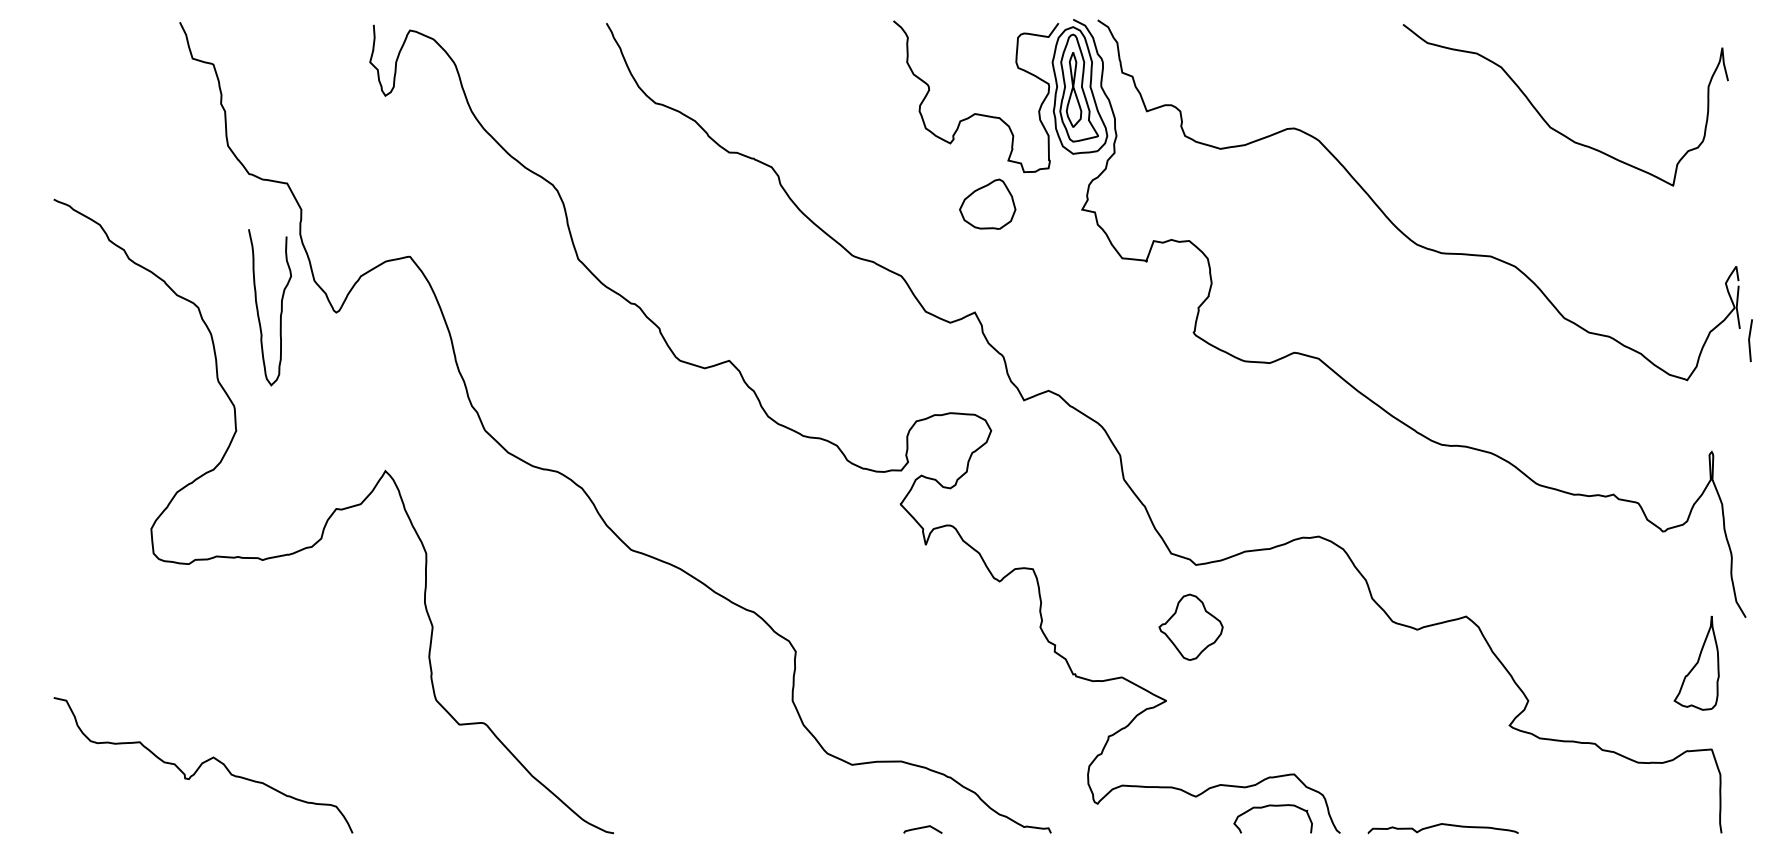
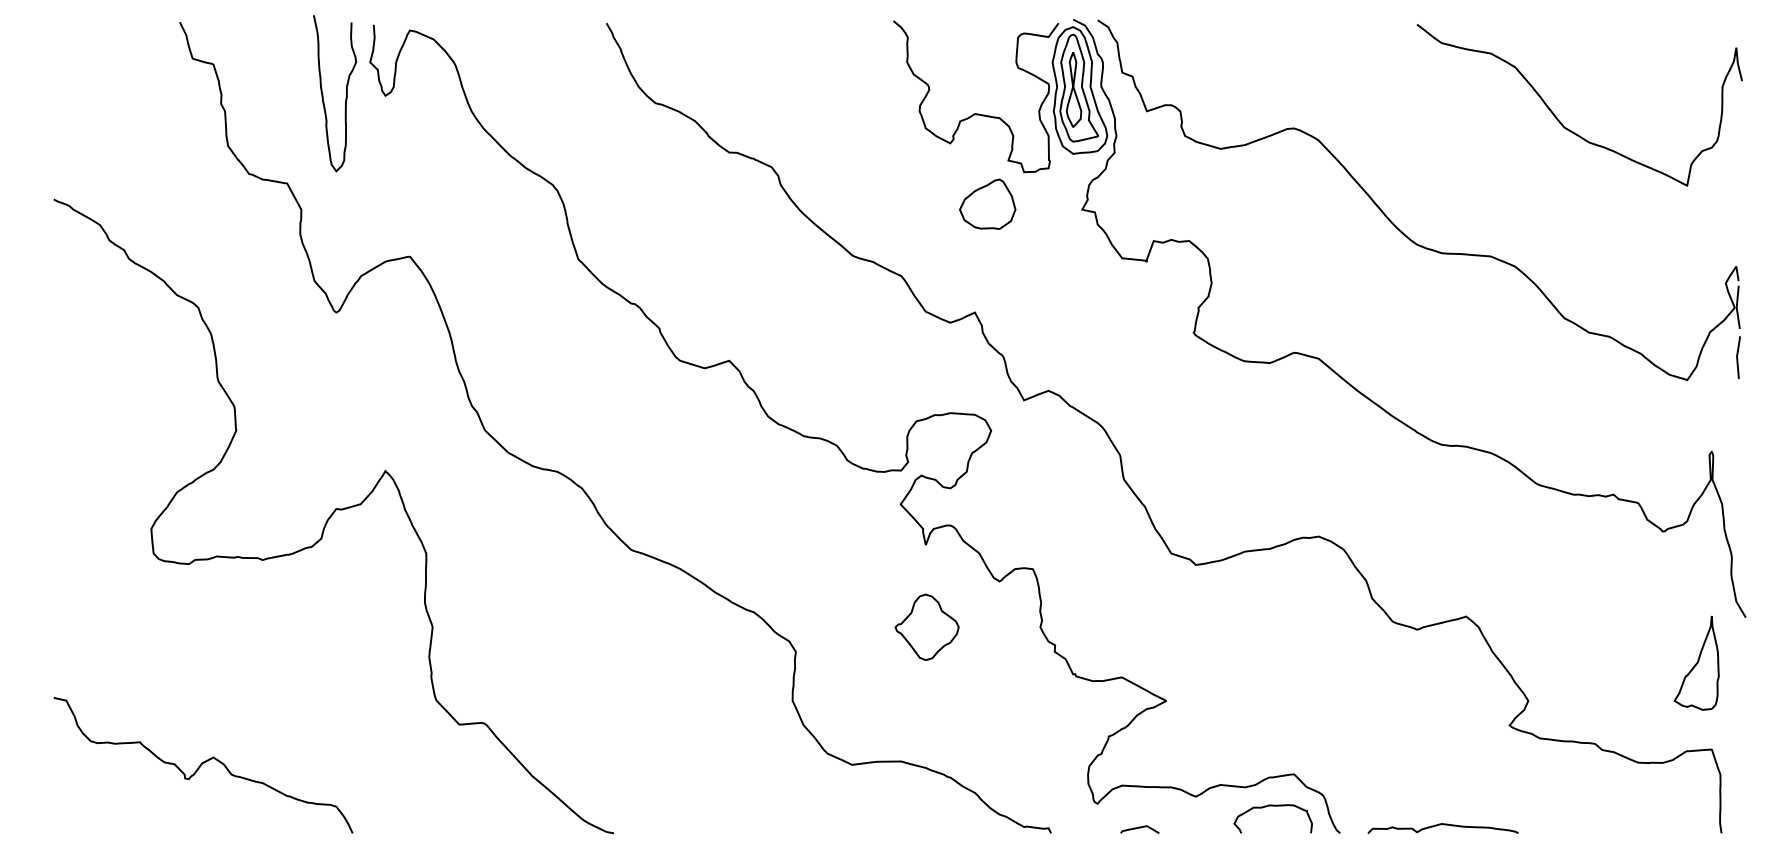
curve at (1544, 118) position: (1544, 118) -> (1558, 118)
curve at (258, 308) position: (258, 308) -> (323, 94)
line at (1749, 340) position: (1749, 340) -> (1737, 357)
part at (1190, 626) position: (1190, 626) -> (926, 626)
curve at (922, 828) position: (922, 828) -> (1139, 828)
